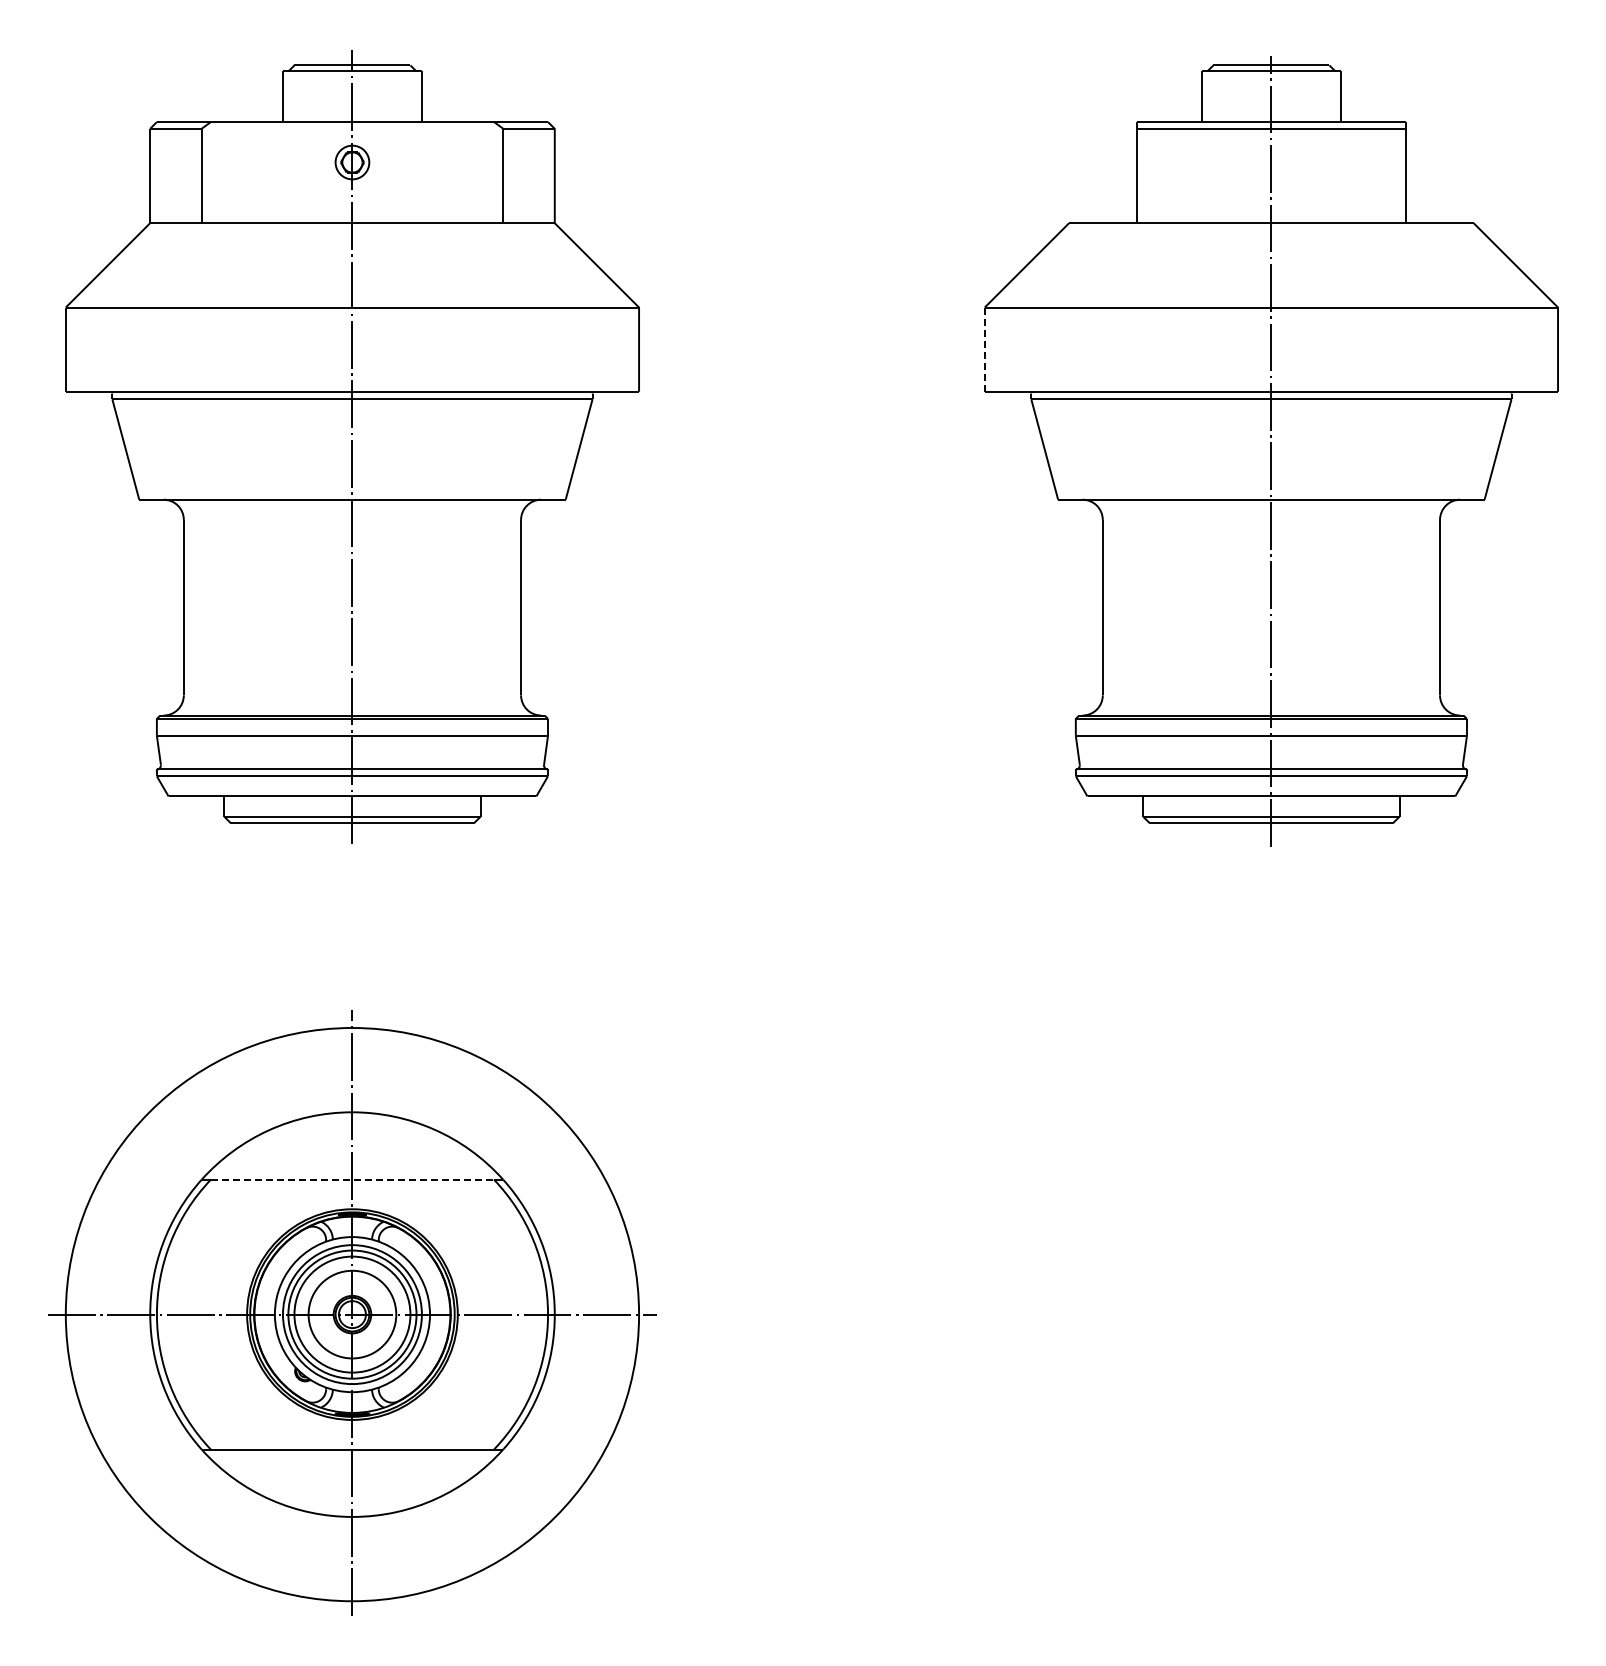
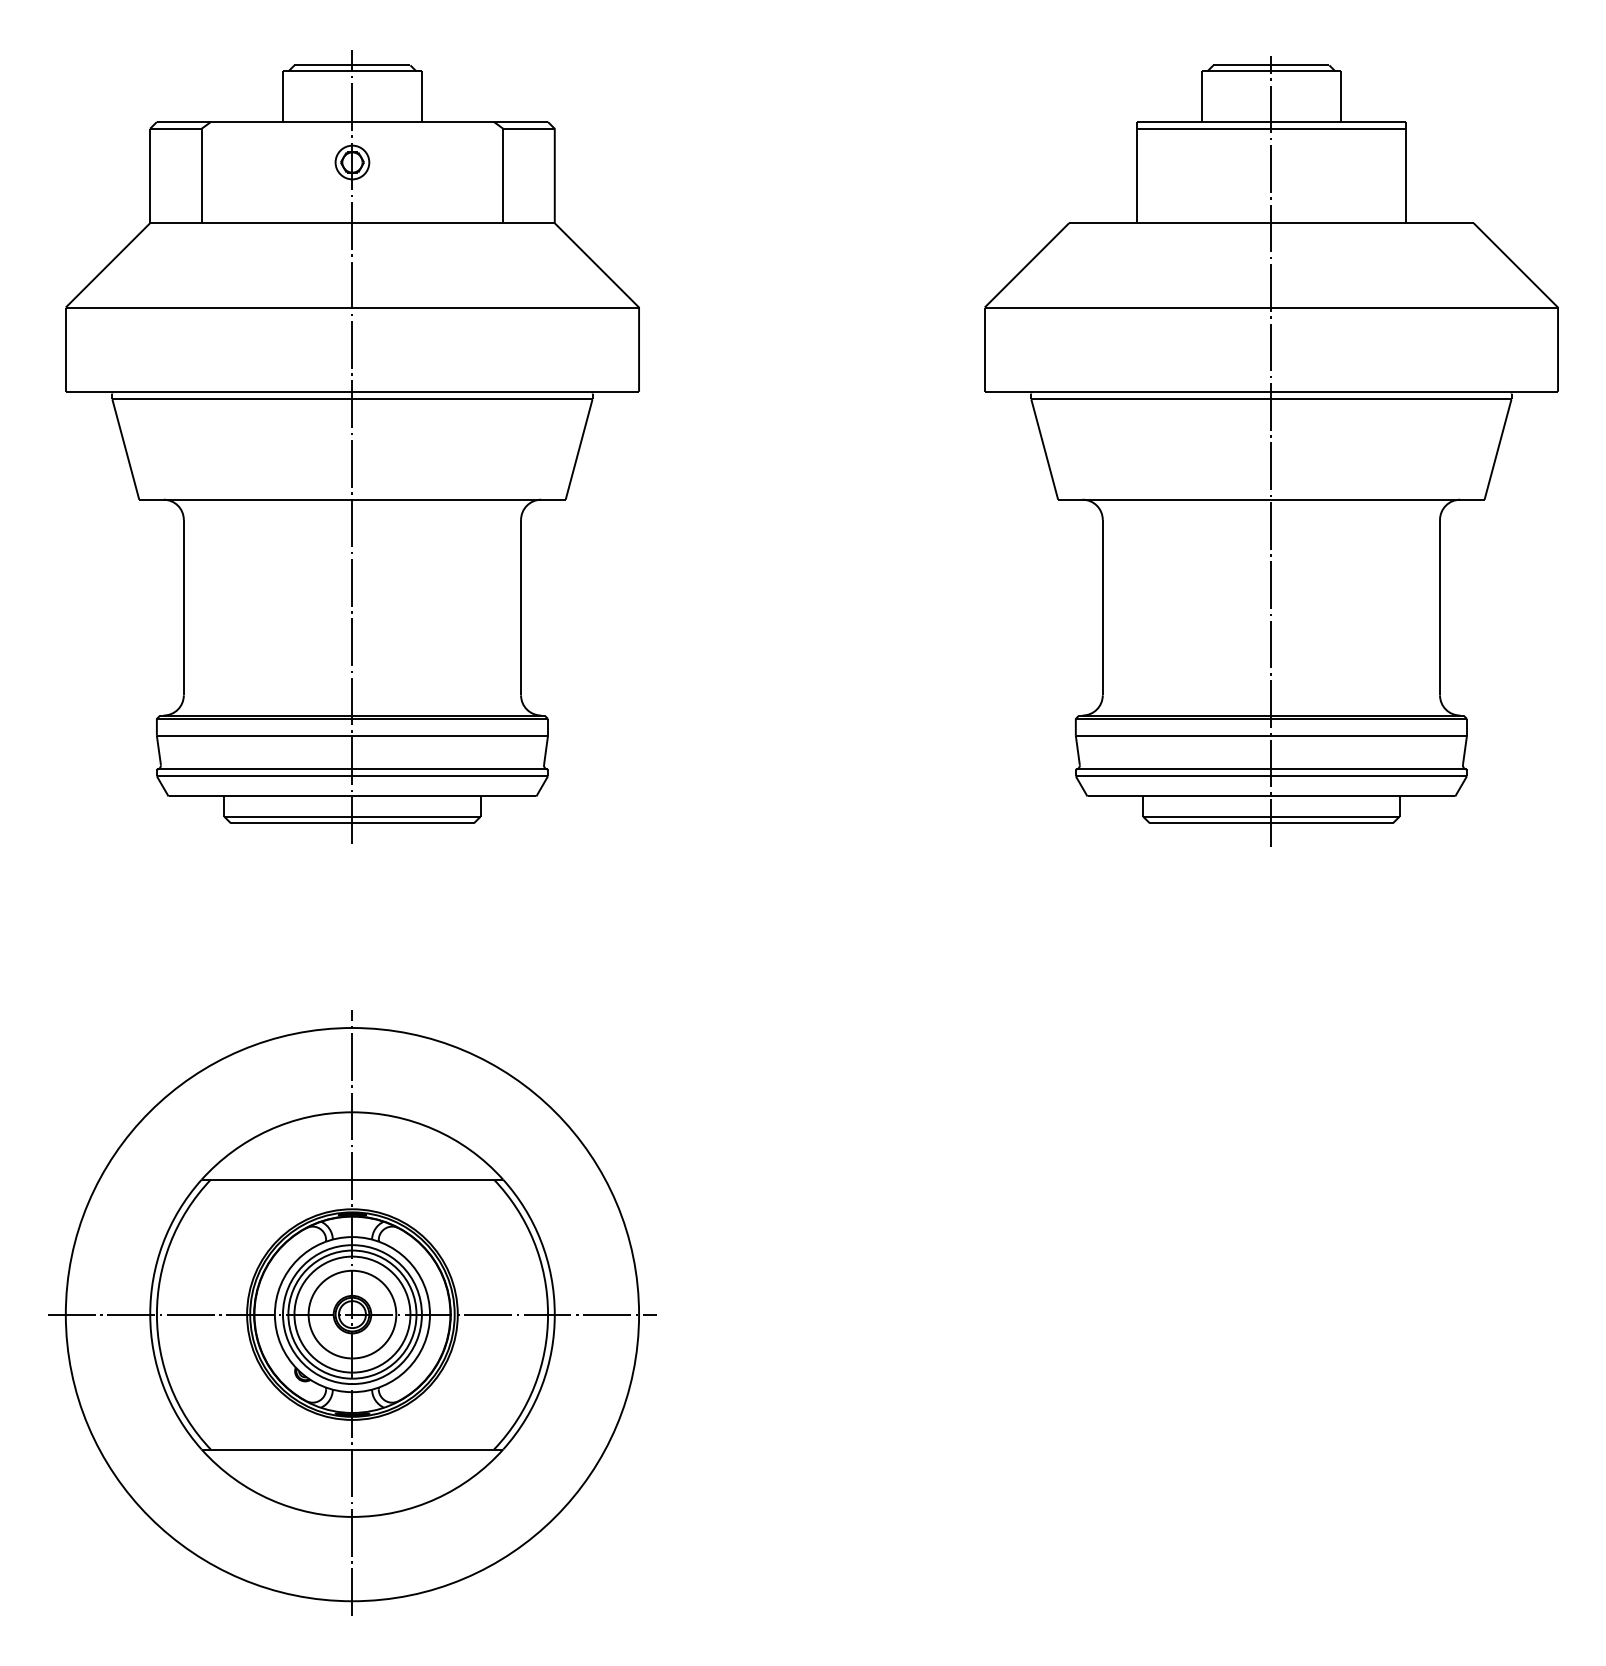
line at (984, 350): dashed -> solid
line at (352, 1179): dashed -> solid
